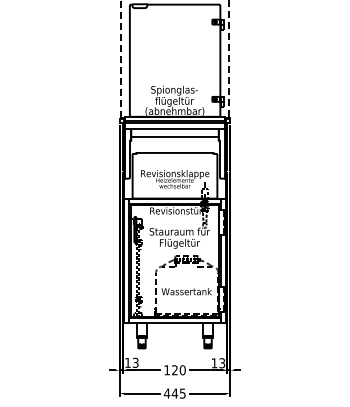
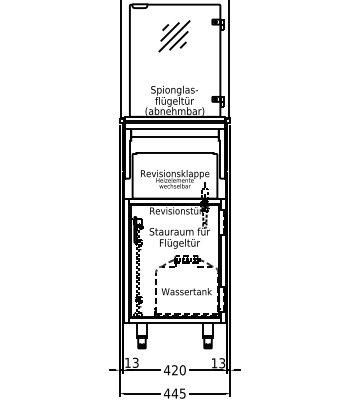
line at (229, 0): dashed -> solid
part at (174, 36): none -> present
text at (166, 370): 120 -> 420
